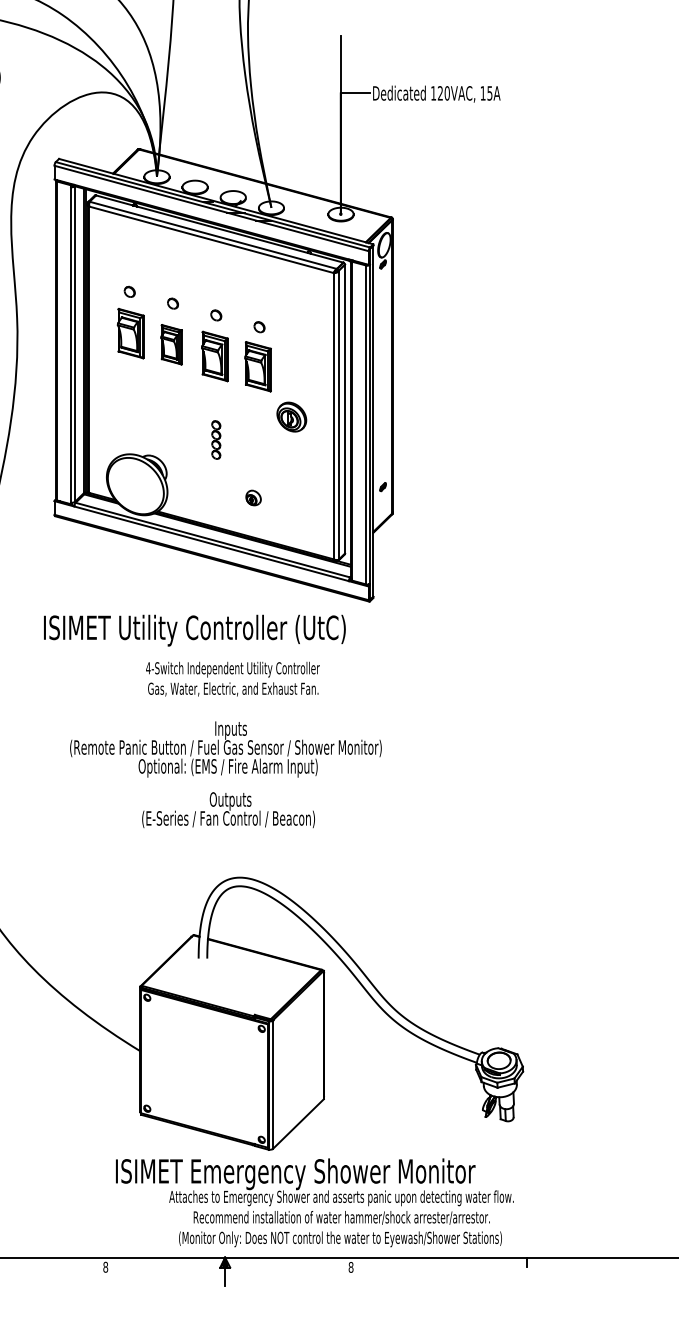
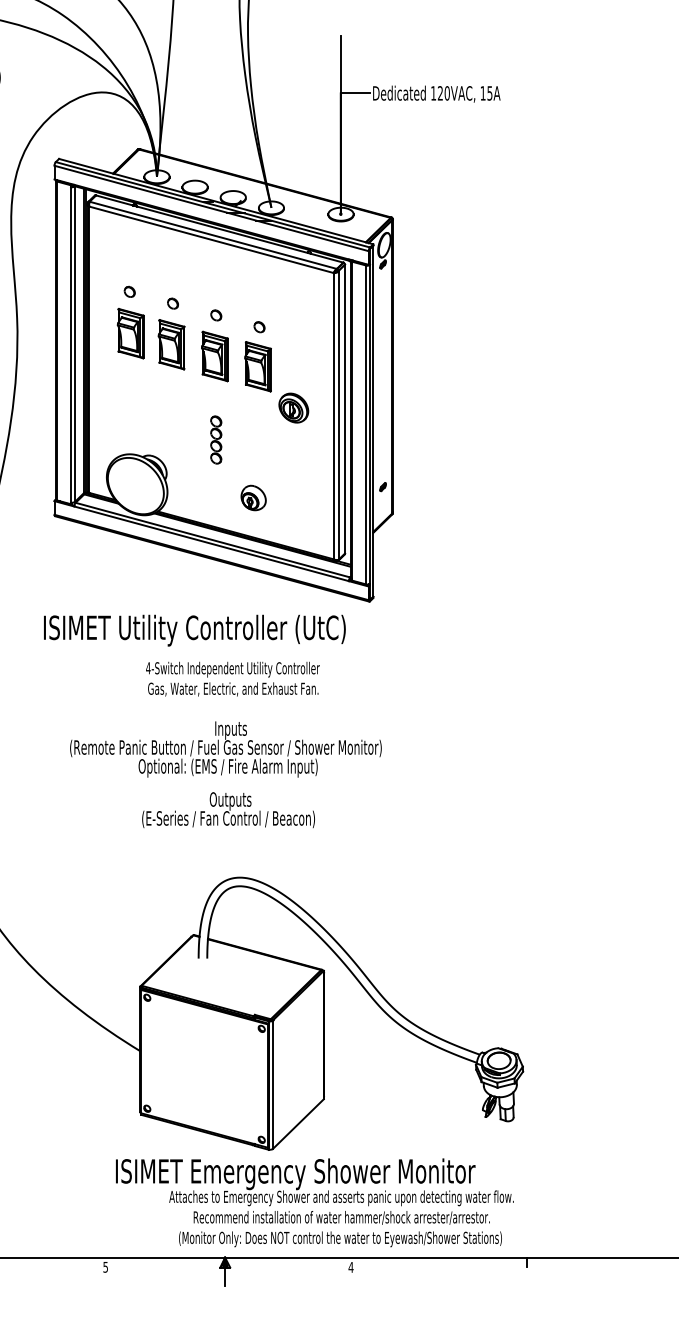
part at (171, 344) size: 23x42 px -> 29x52 px
part at (291, 416) position: (291, 416) -> (293, 407)
part at (216, 439) size: 11x40 px -> 13x50 px
part at (253, 497) size: 17x18 px -> 27x28 px
text at (105, 1266): 8 -> 5
text at (350, 1267): 8 -> 4
